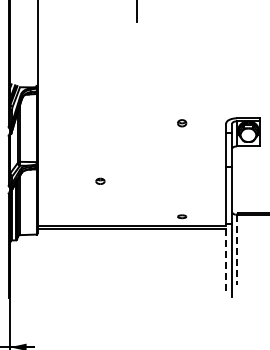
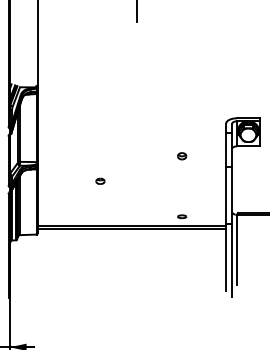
part at (182, 123) position: (182, 123) -> (182, 156)
line at (236, 250): dashed -> solid
line at (226, 256): dashed -> solid
